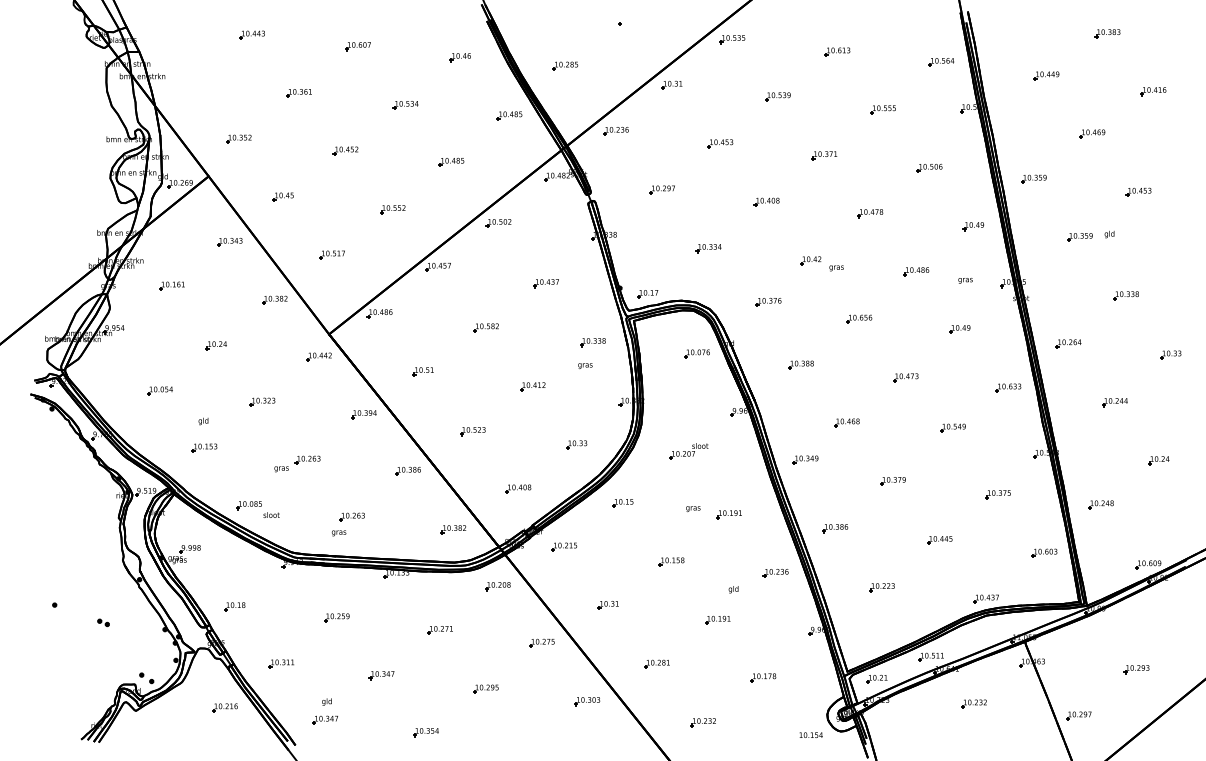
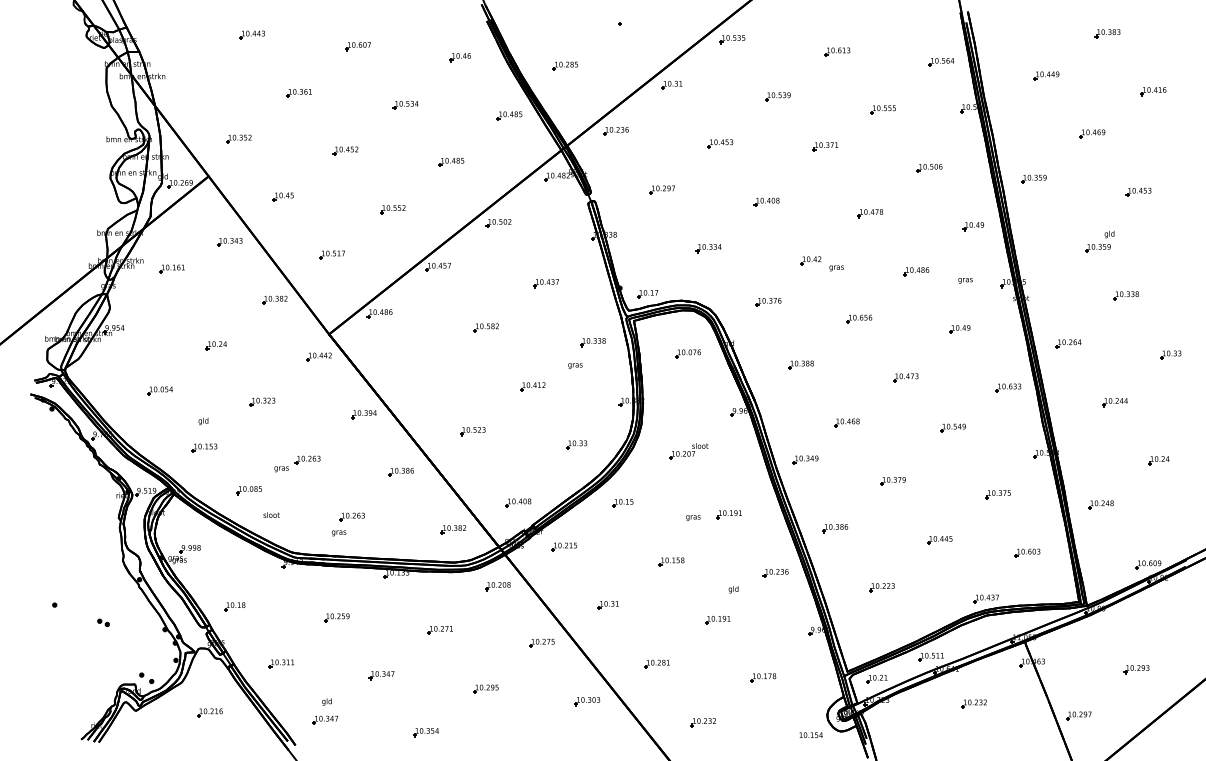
part at (824, 155) position: (824, 155) -> (825, 146)
part at (1079, 237) position: (1079, 237) -> (1097, 248)
part at (171, 285) position: (171, 285) -> (171, 268)
part at (696, 353) position: (696, 353) -> (687, 353)
text at (585, 365) position: (585, 365) -> (575, 365)
part at (422, 371): present -> none
part at (407, 471) position: (407, 471) -> (400, 472)
part at (518, 488) position: (518, 488) -> (518, 502)
part at (248, 505) position: (248, 505) -> (248, 490)
text at (693, 509) position: (693, 509) -> (693, 518)
part at (1044, 552) position: (1044, 552) -> (1027, 552)
part at (224, 707) position: (224, 707) -> (209, 712)
